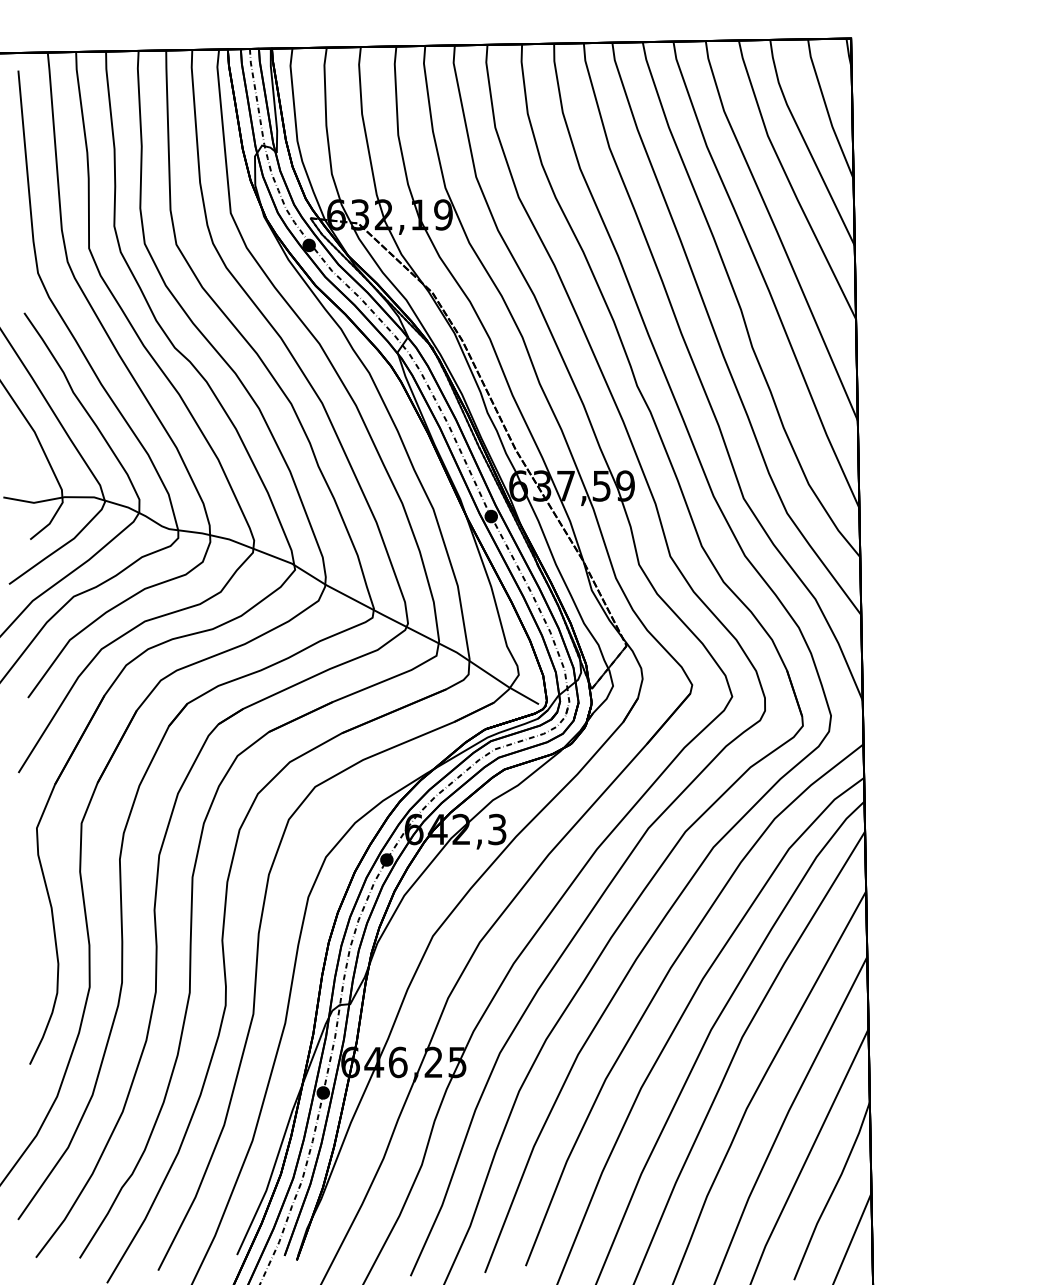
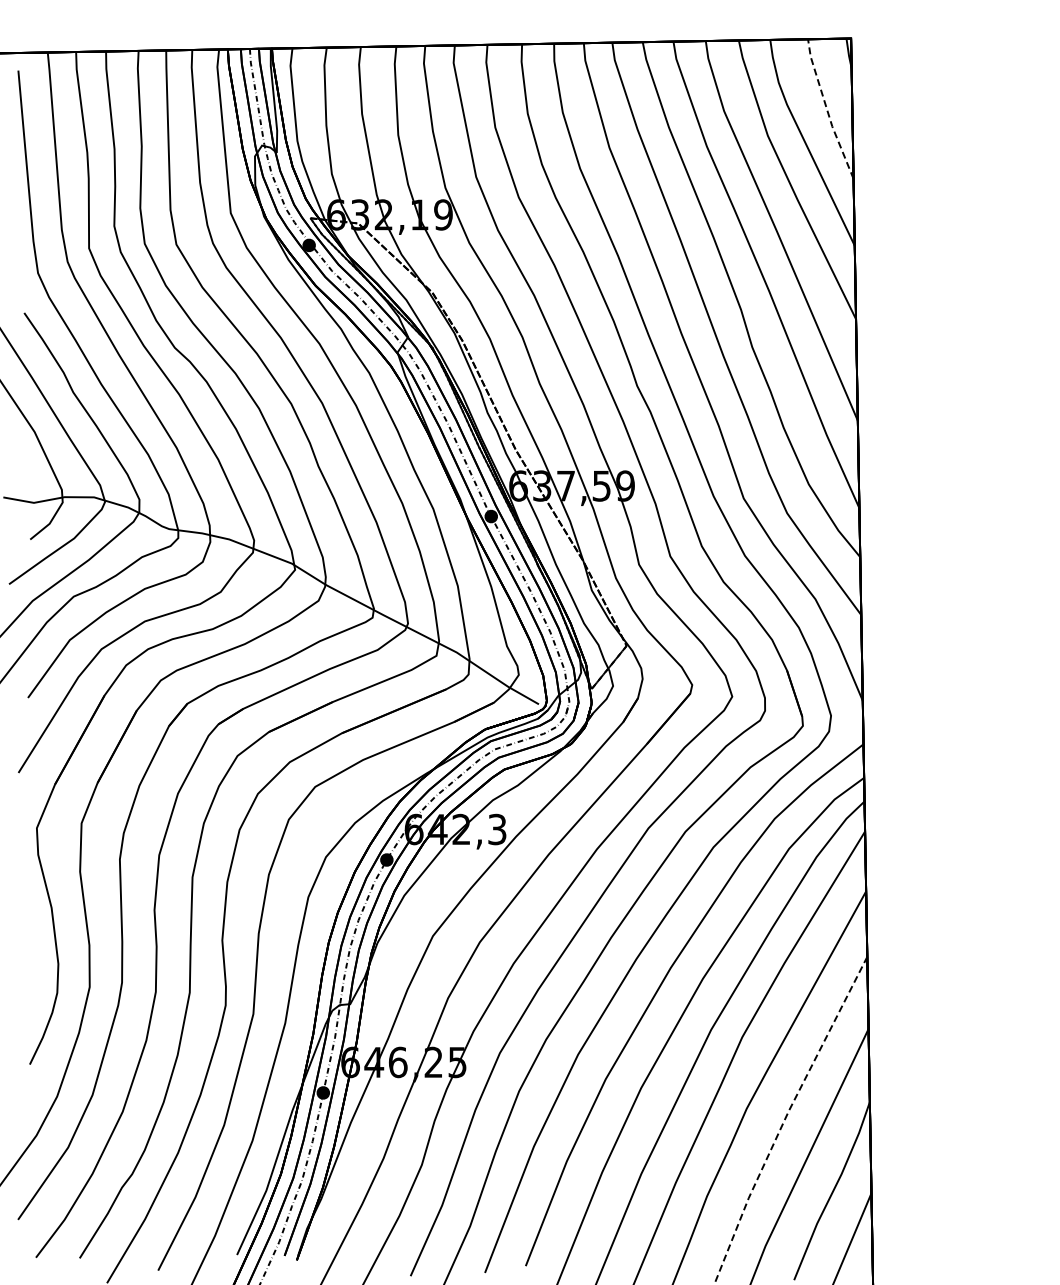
line at (827, 109): solid -> dashed
line at (785, 1117): solid -> dashed
